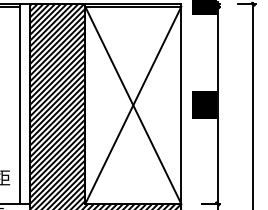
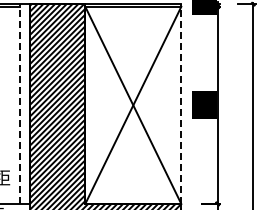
line at (19, 104): solid -> dashed
line at (181, 106): solid -> dashed
